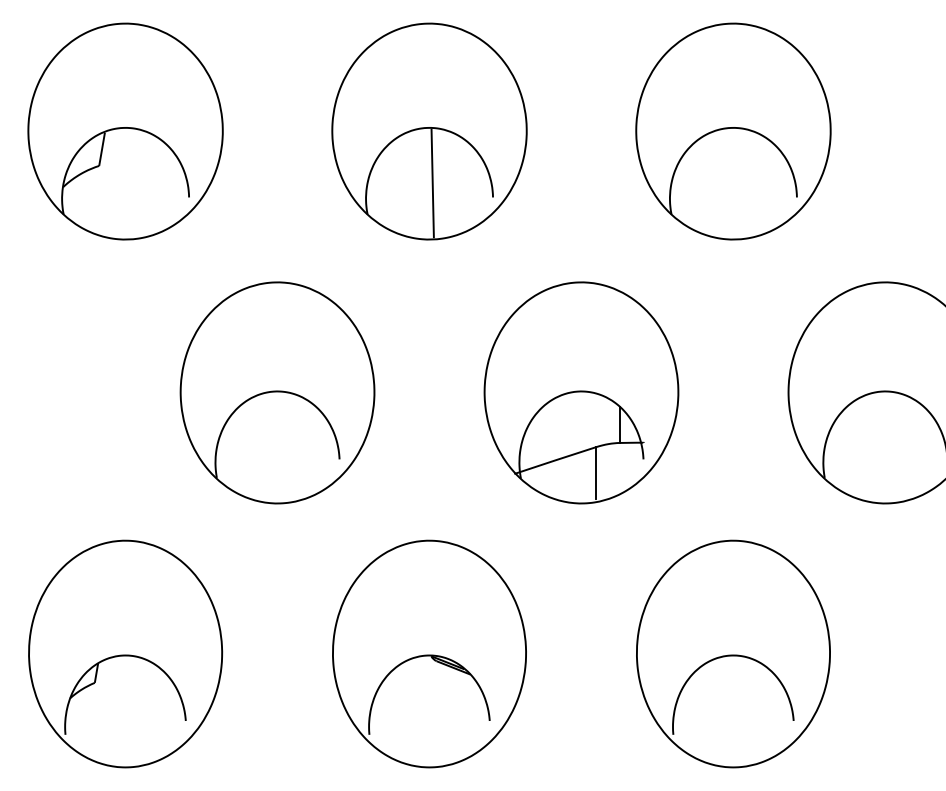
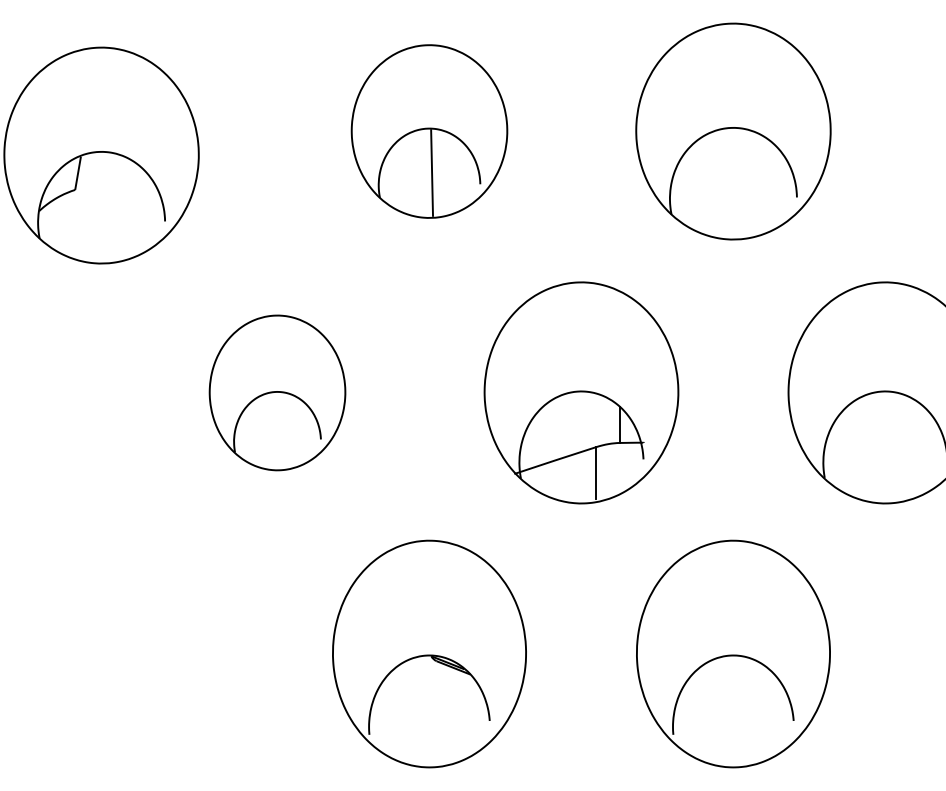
part at (125, 131) position: (125, 131) -> (101, 155)
part at (429, 131) size: 197x219 px -> 159x175 px
part at (277, 392) size: 197x224 px -> 139x158 px
part at (125, 653): present -> none
